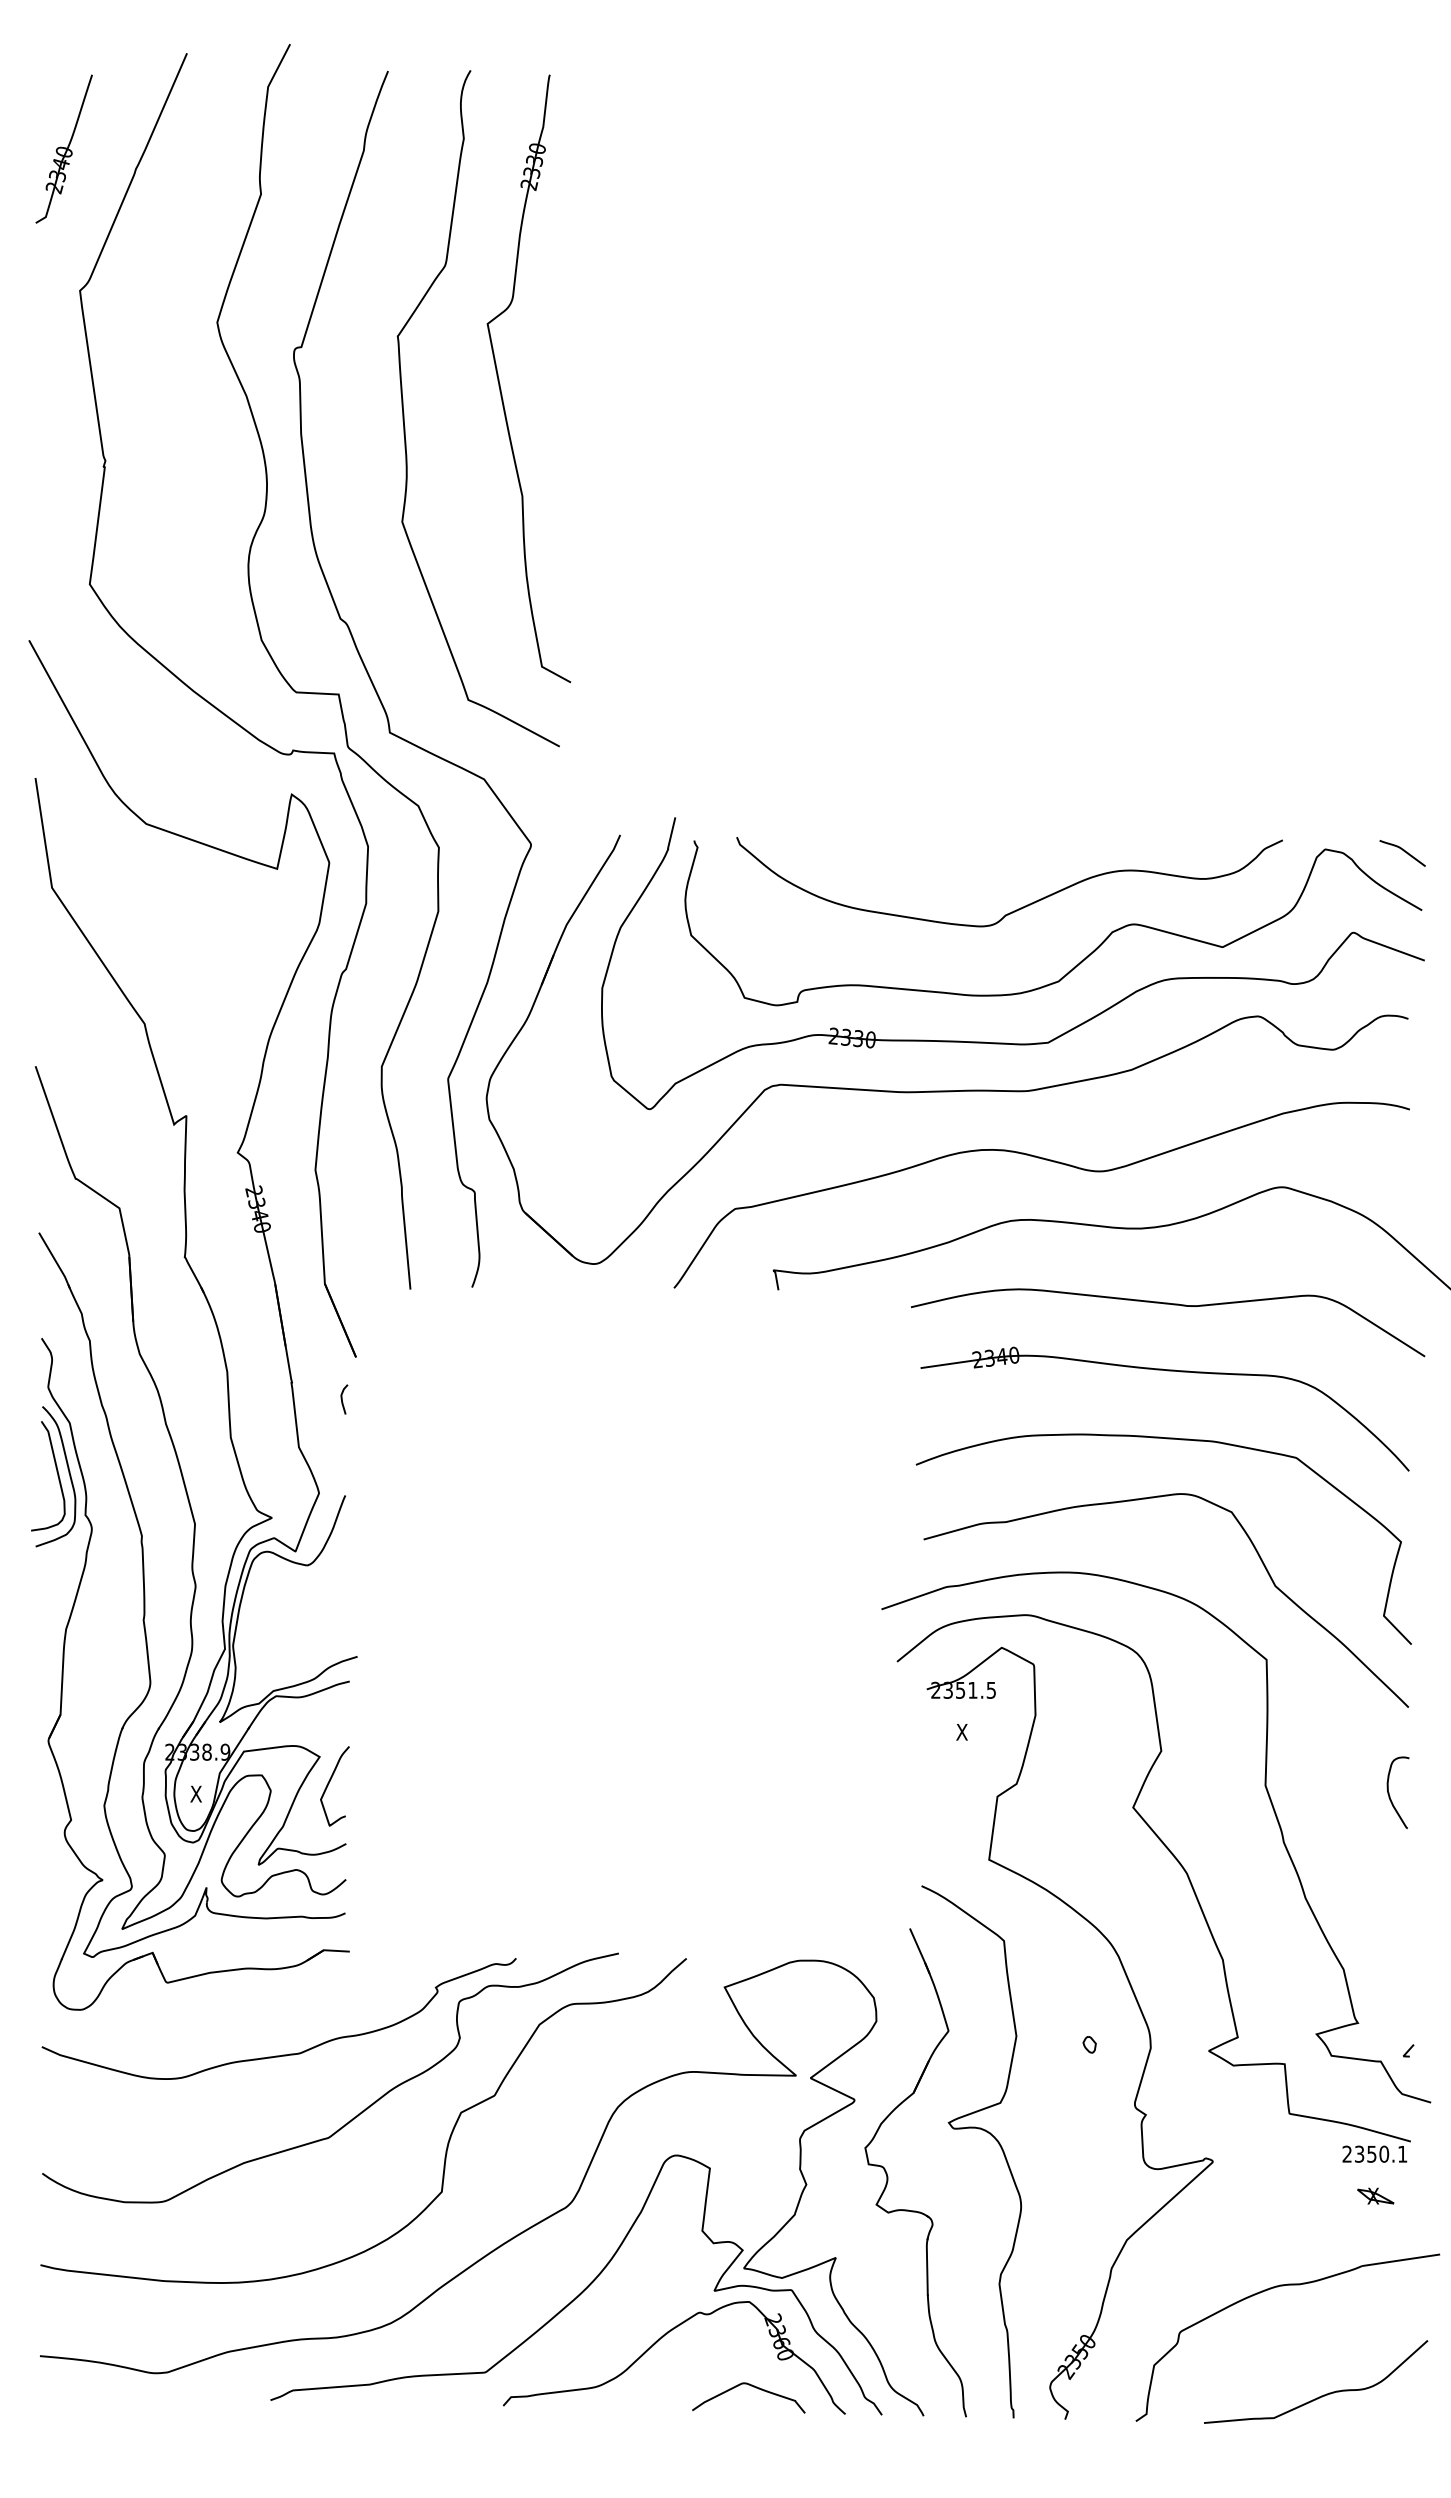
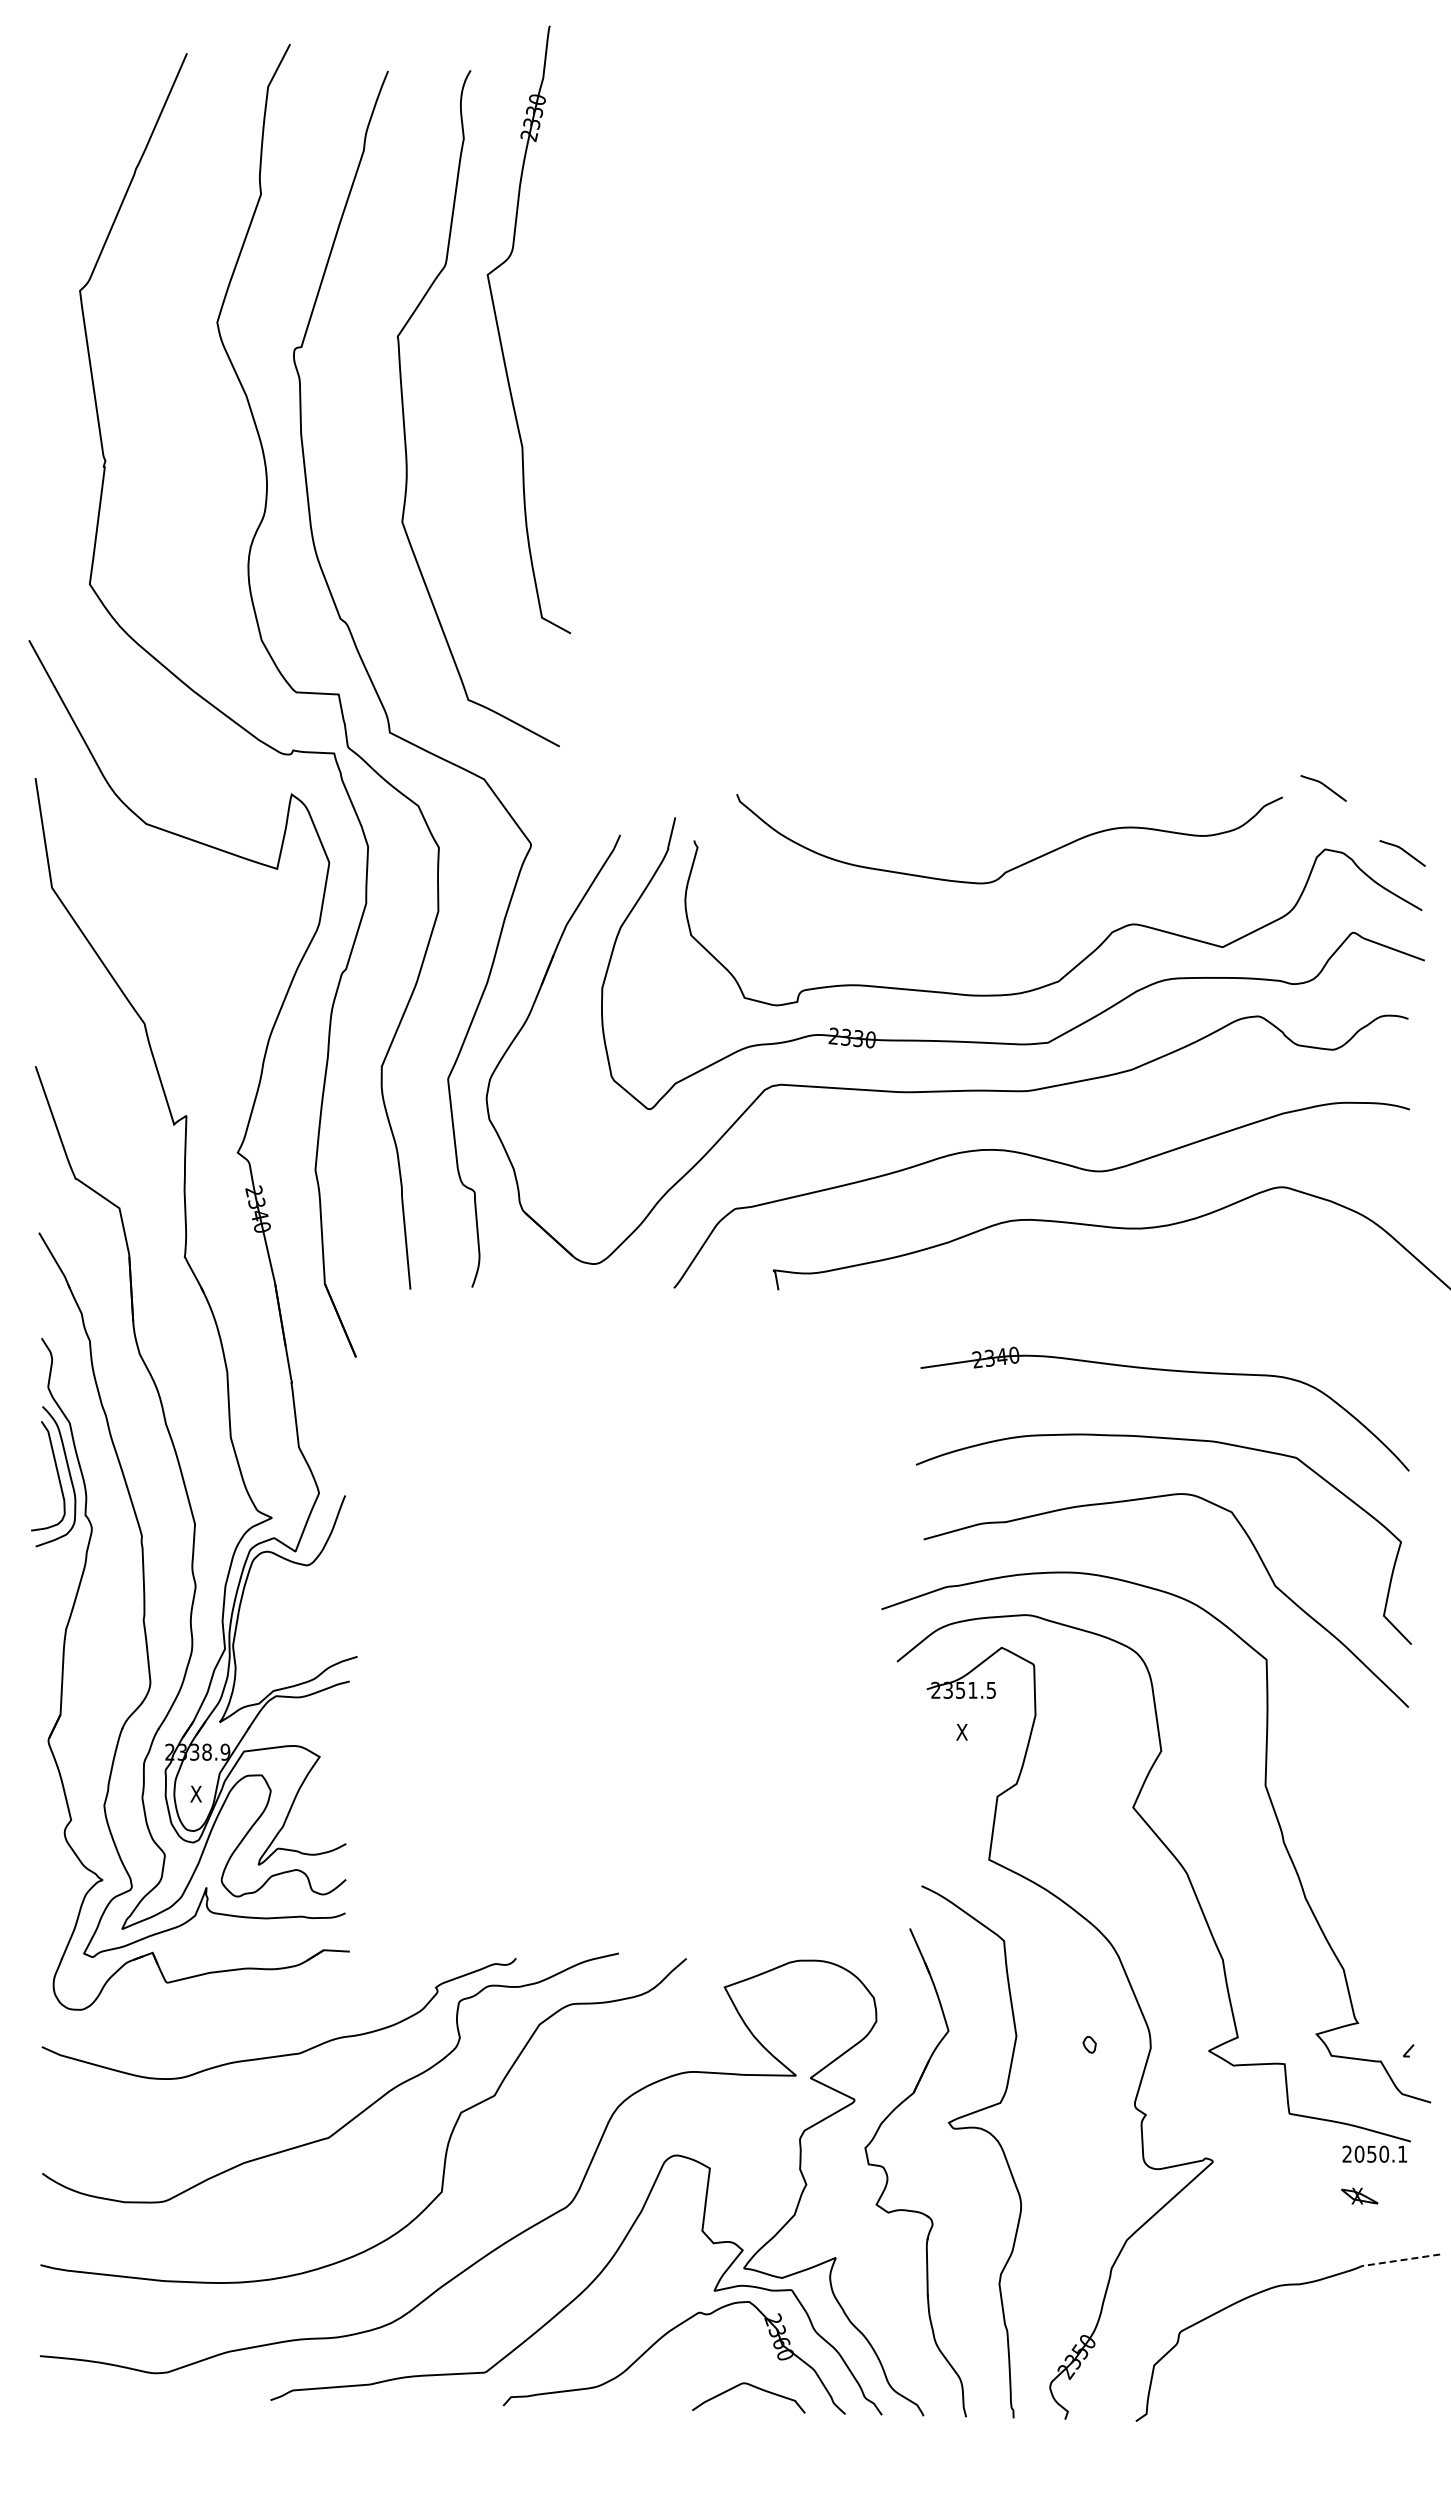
part at (63, 148): present -> none
part at (500, 383) position: (500, 383) -> (500, 334)
curve at (1324, 786): none -> present
curve at (1022, 906) position: (1022, 906) -> (1022, 863)
curve at (1167, 1304): present -> none
curve at (342, 1399): present -> none
curve at (329, 1783): present -> none
curve at (1389, 1792): present -> none
text at (1359, 2153): 2350.1 -> 2050.1
part at (1375, 2195) position: (1375, 2195) -> (1359, 2195)
line at (1400, 2260): solid -> dashed
curve at (1323, 2394): present -> none
